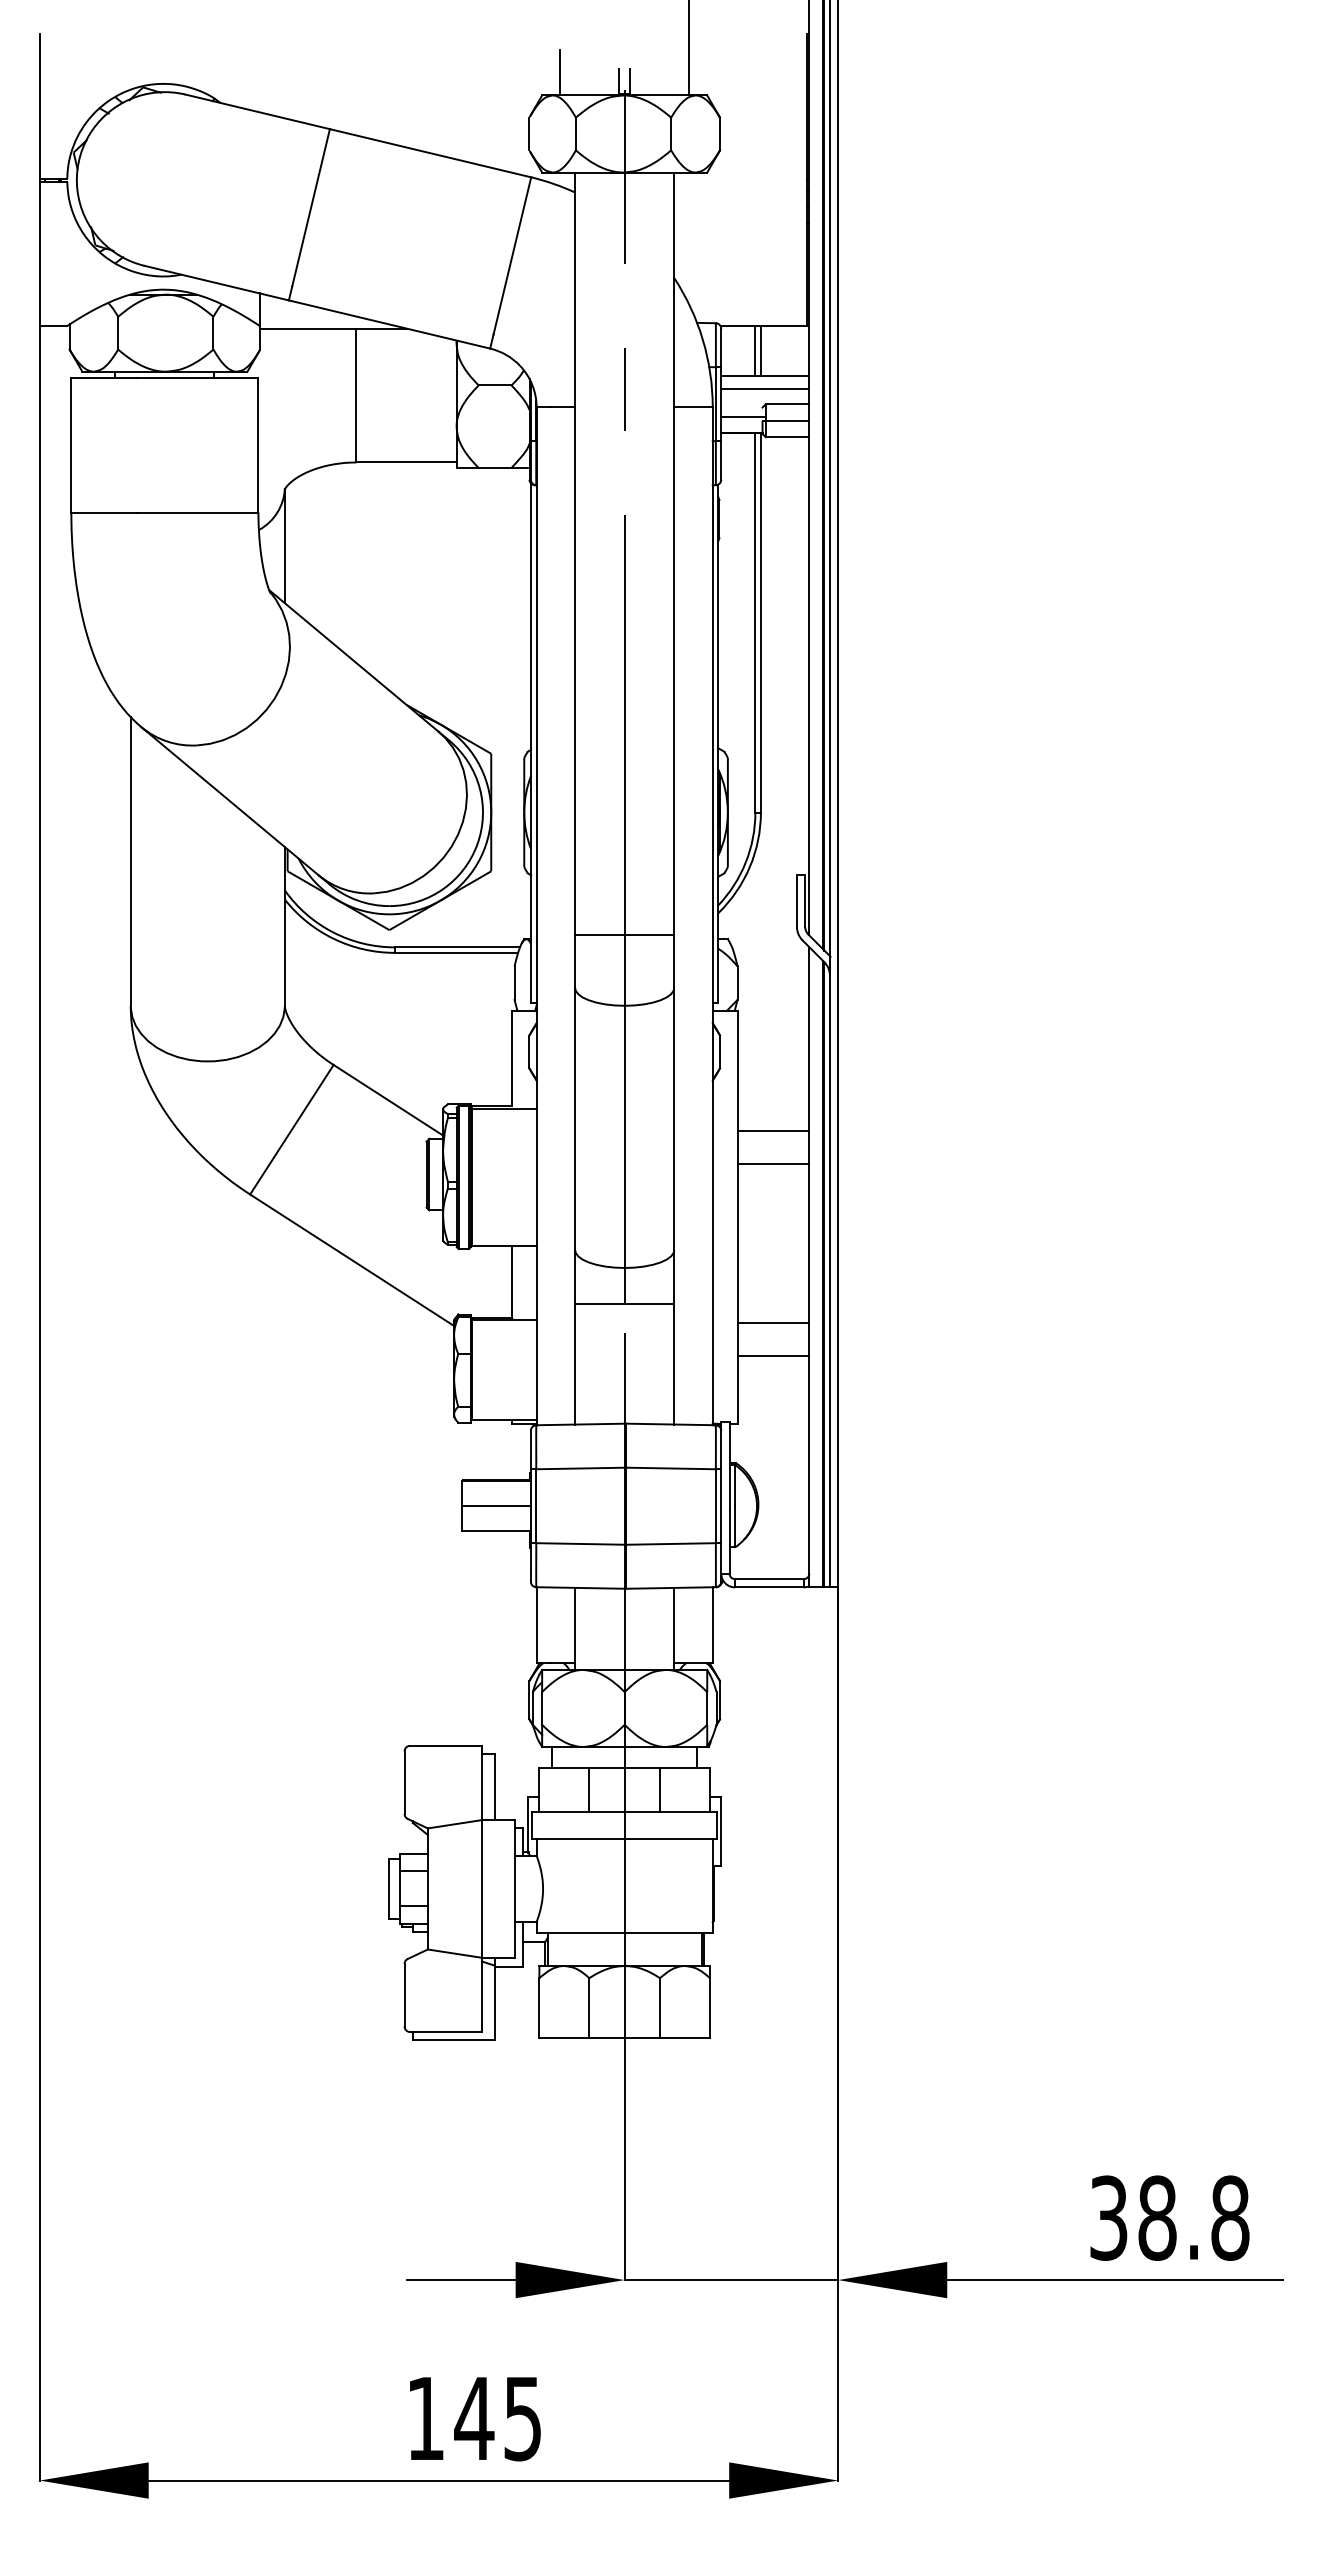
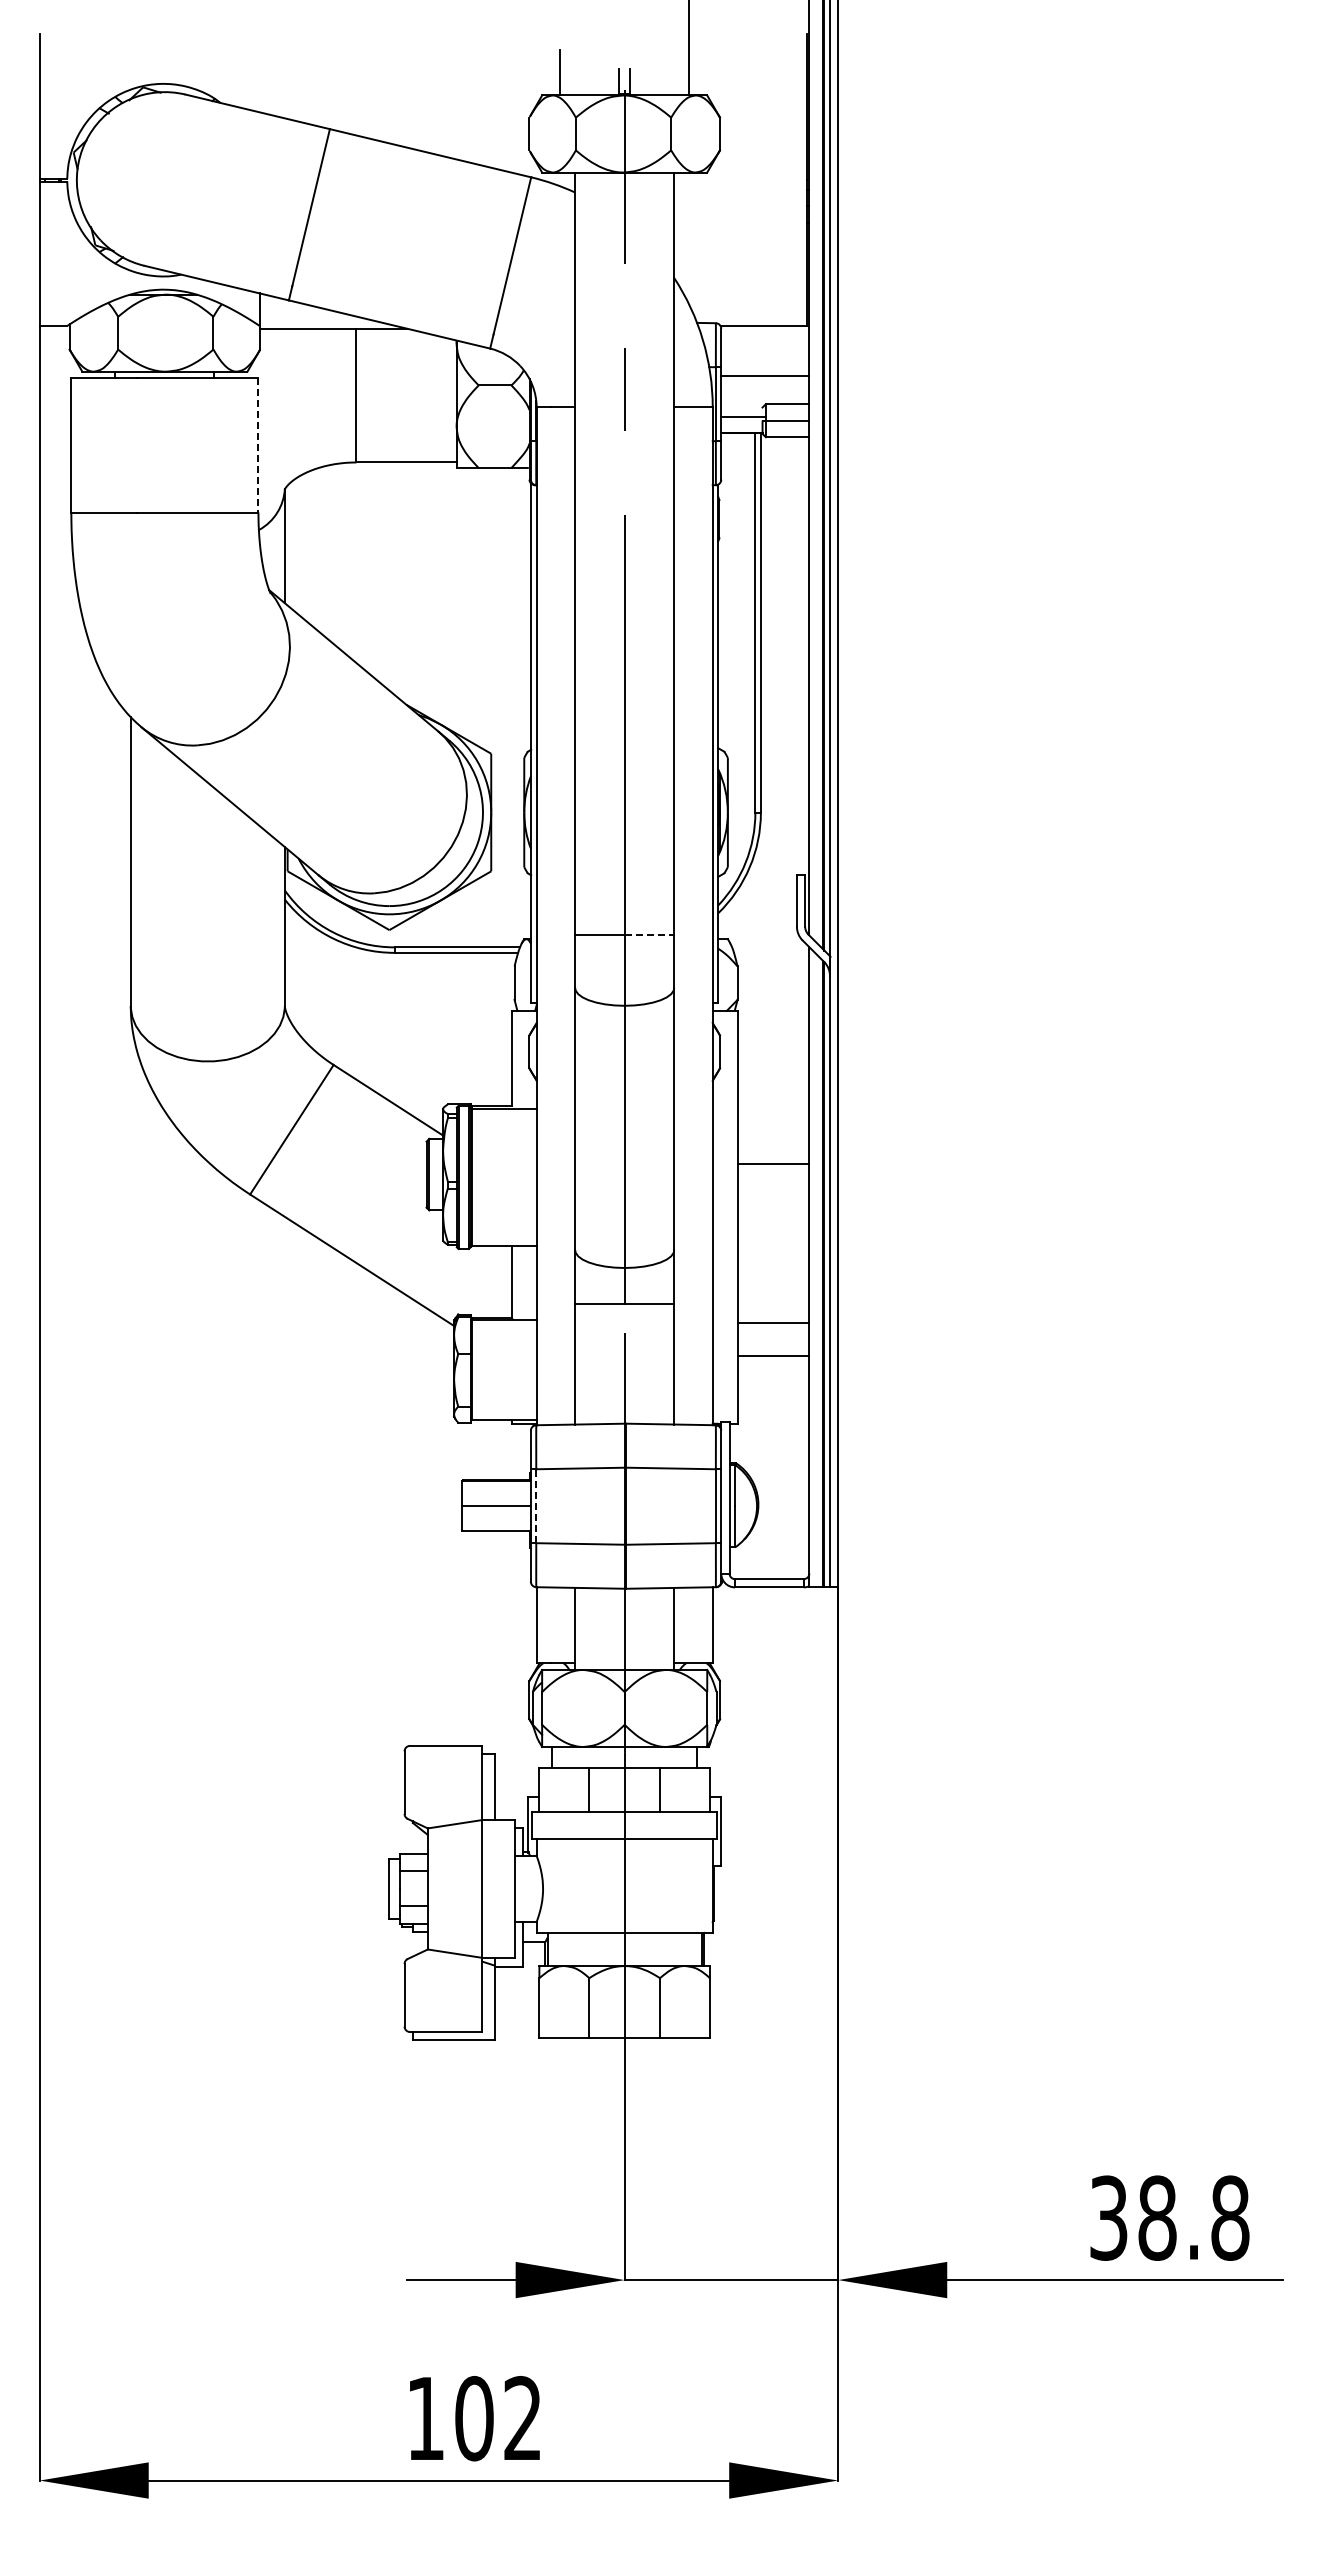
line at (755, 350): present -> none
line at (760, 350): present -> none
line at (765, 388): present -> none
line at (258, 445): solid -> dashed
line at (649, 934): solid -> dashed
line at (773, 1130): present -> none
line at (536, 1506): solid -> dashed
text at (497, 2418): 145 -> 102
